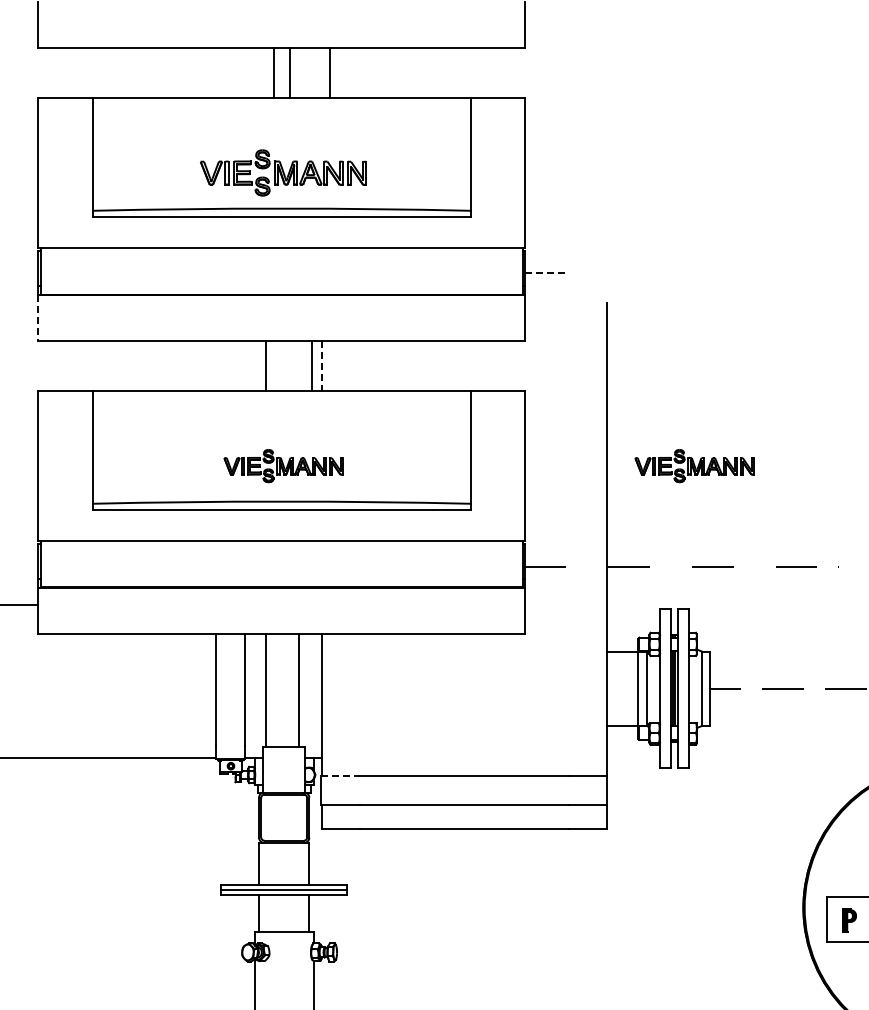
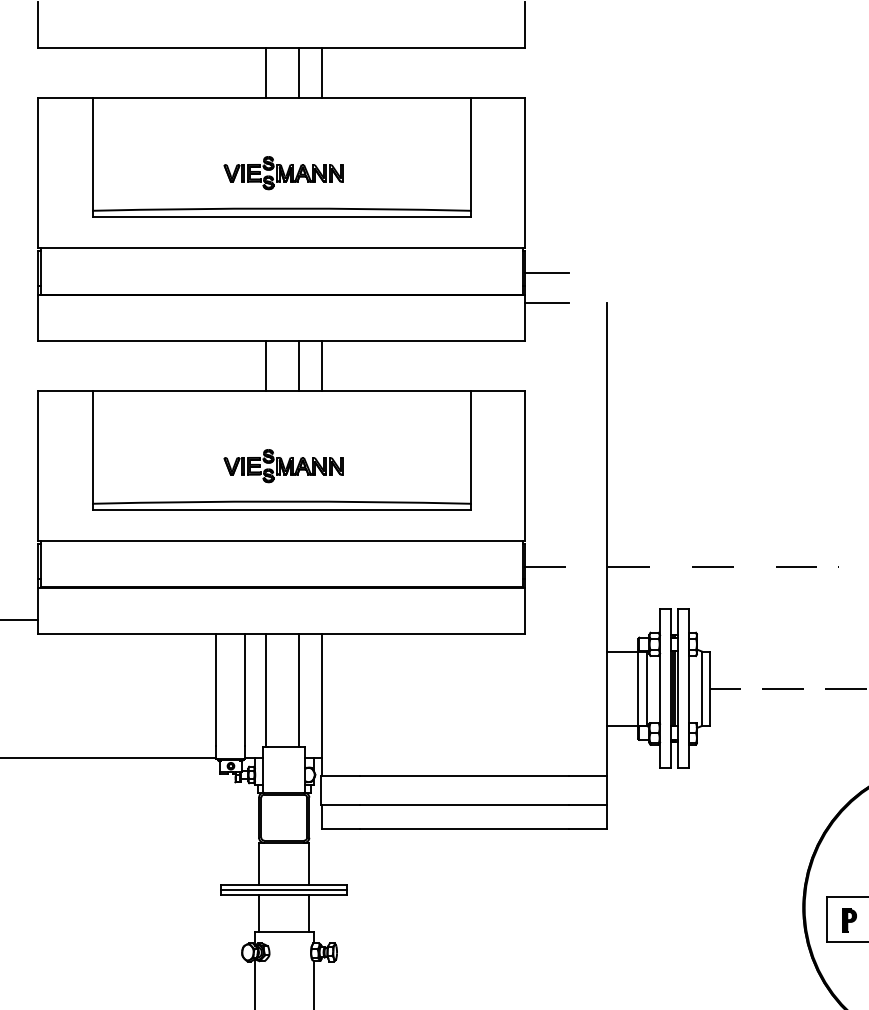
line at (273, 72) position: (273, 72) -> (265, 72)
line at (290, 72) position: (290, 72) -> (299, 72)
line at (329, 72) position: (329, 72) -> (321, 72)
part at (283, 172) size: 167x48 px -> 121x35 px
line at (547, 273): dashed -> solid
line at (546, 302): none -> present
line at (38, 317): dashed -> solid
line at (312, 365) position: (312, 365) -> (299, 365)
line at (321, 366): dashed -> solid
part at (694, 466): present -> none
line at (20, 605) position: (20, 605) -> (20, 620)
line at (341, 775): dashed -> solid
